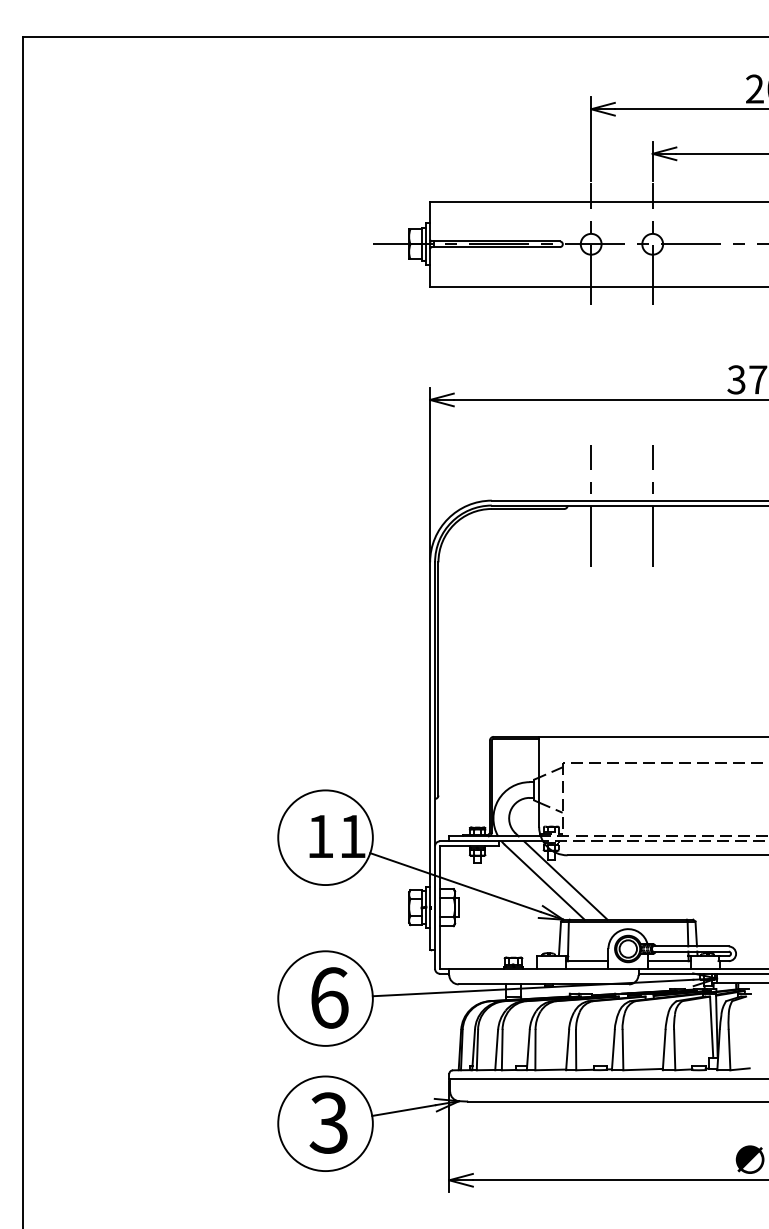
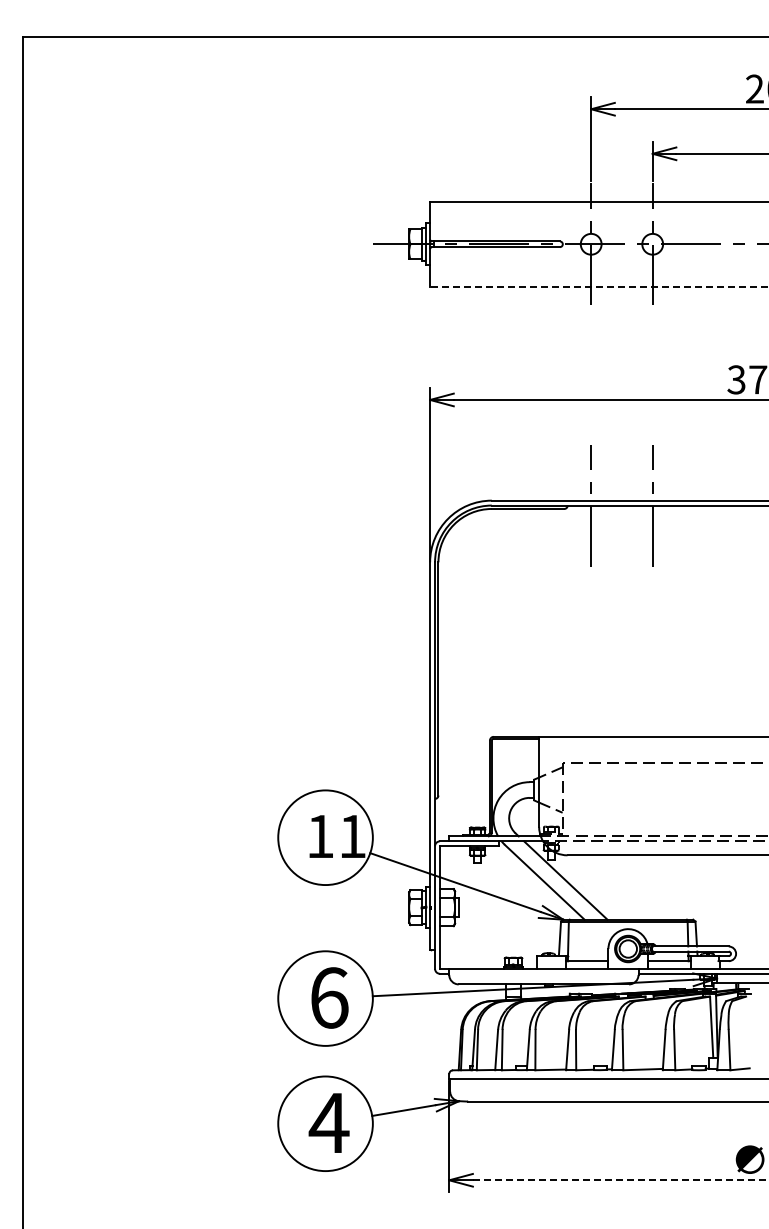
line at (599, 286): solid -> dashed
text at (328, 1122): 3 -> 4
line at (620, 1180): solid -> dashed
